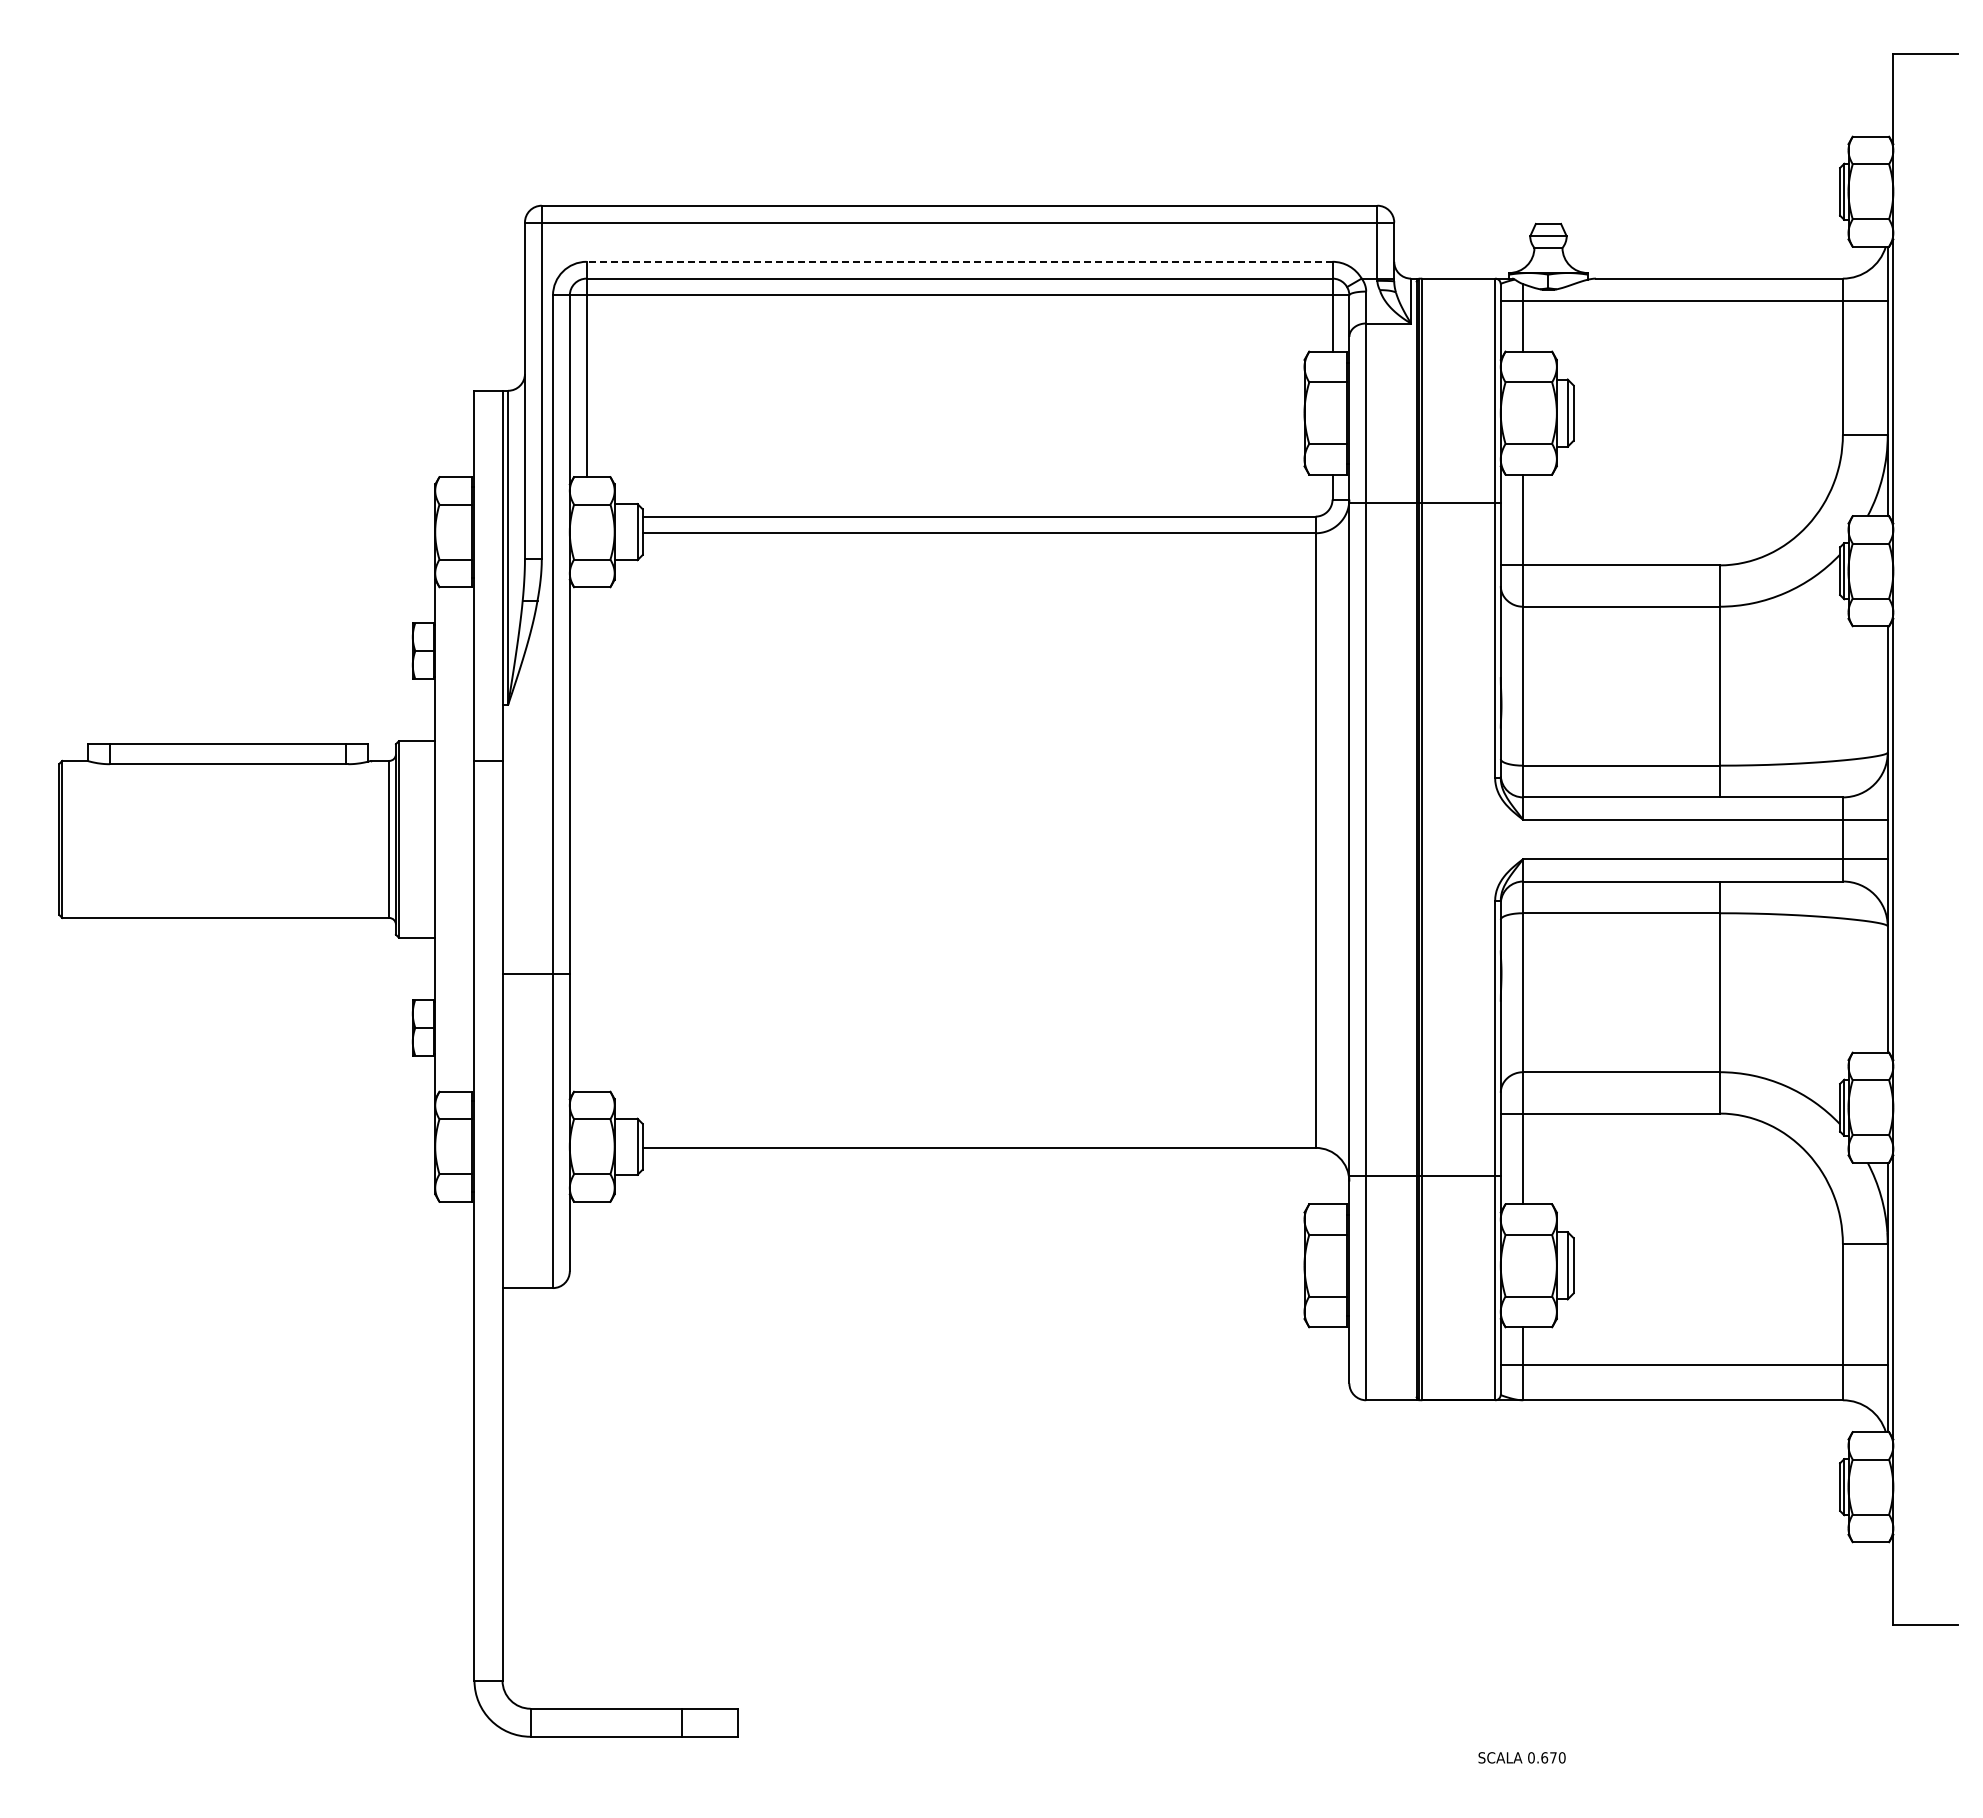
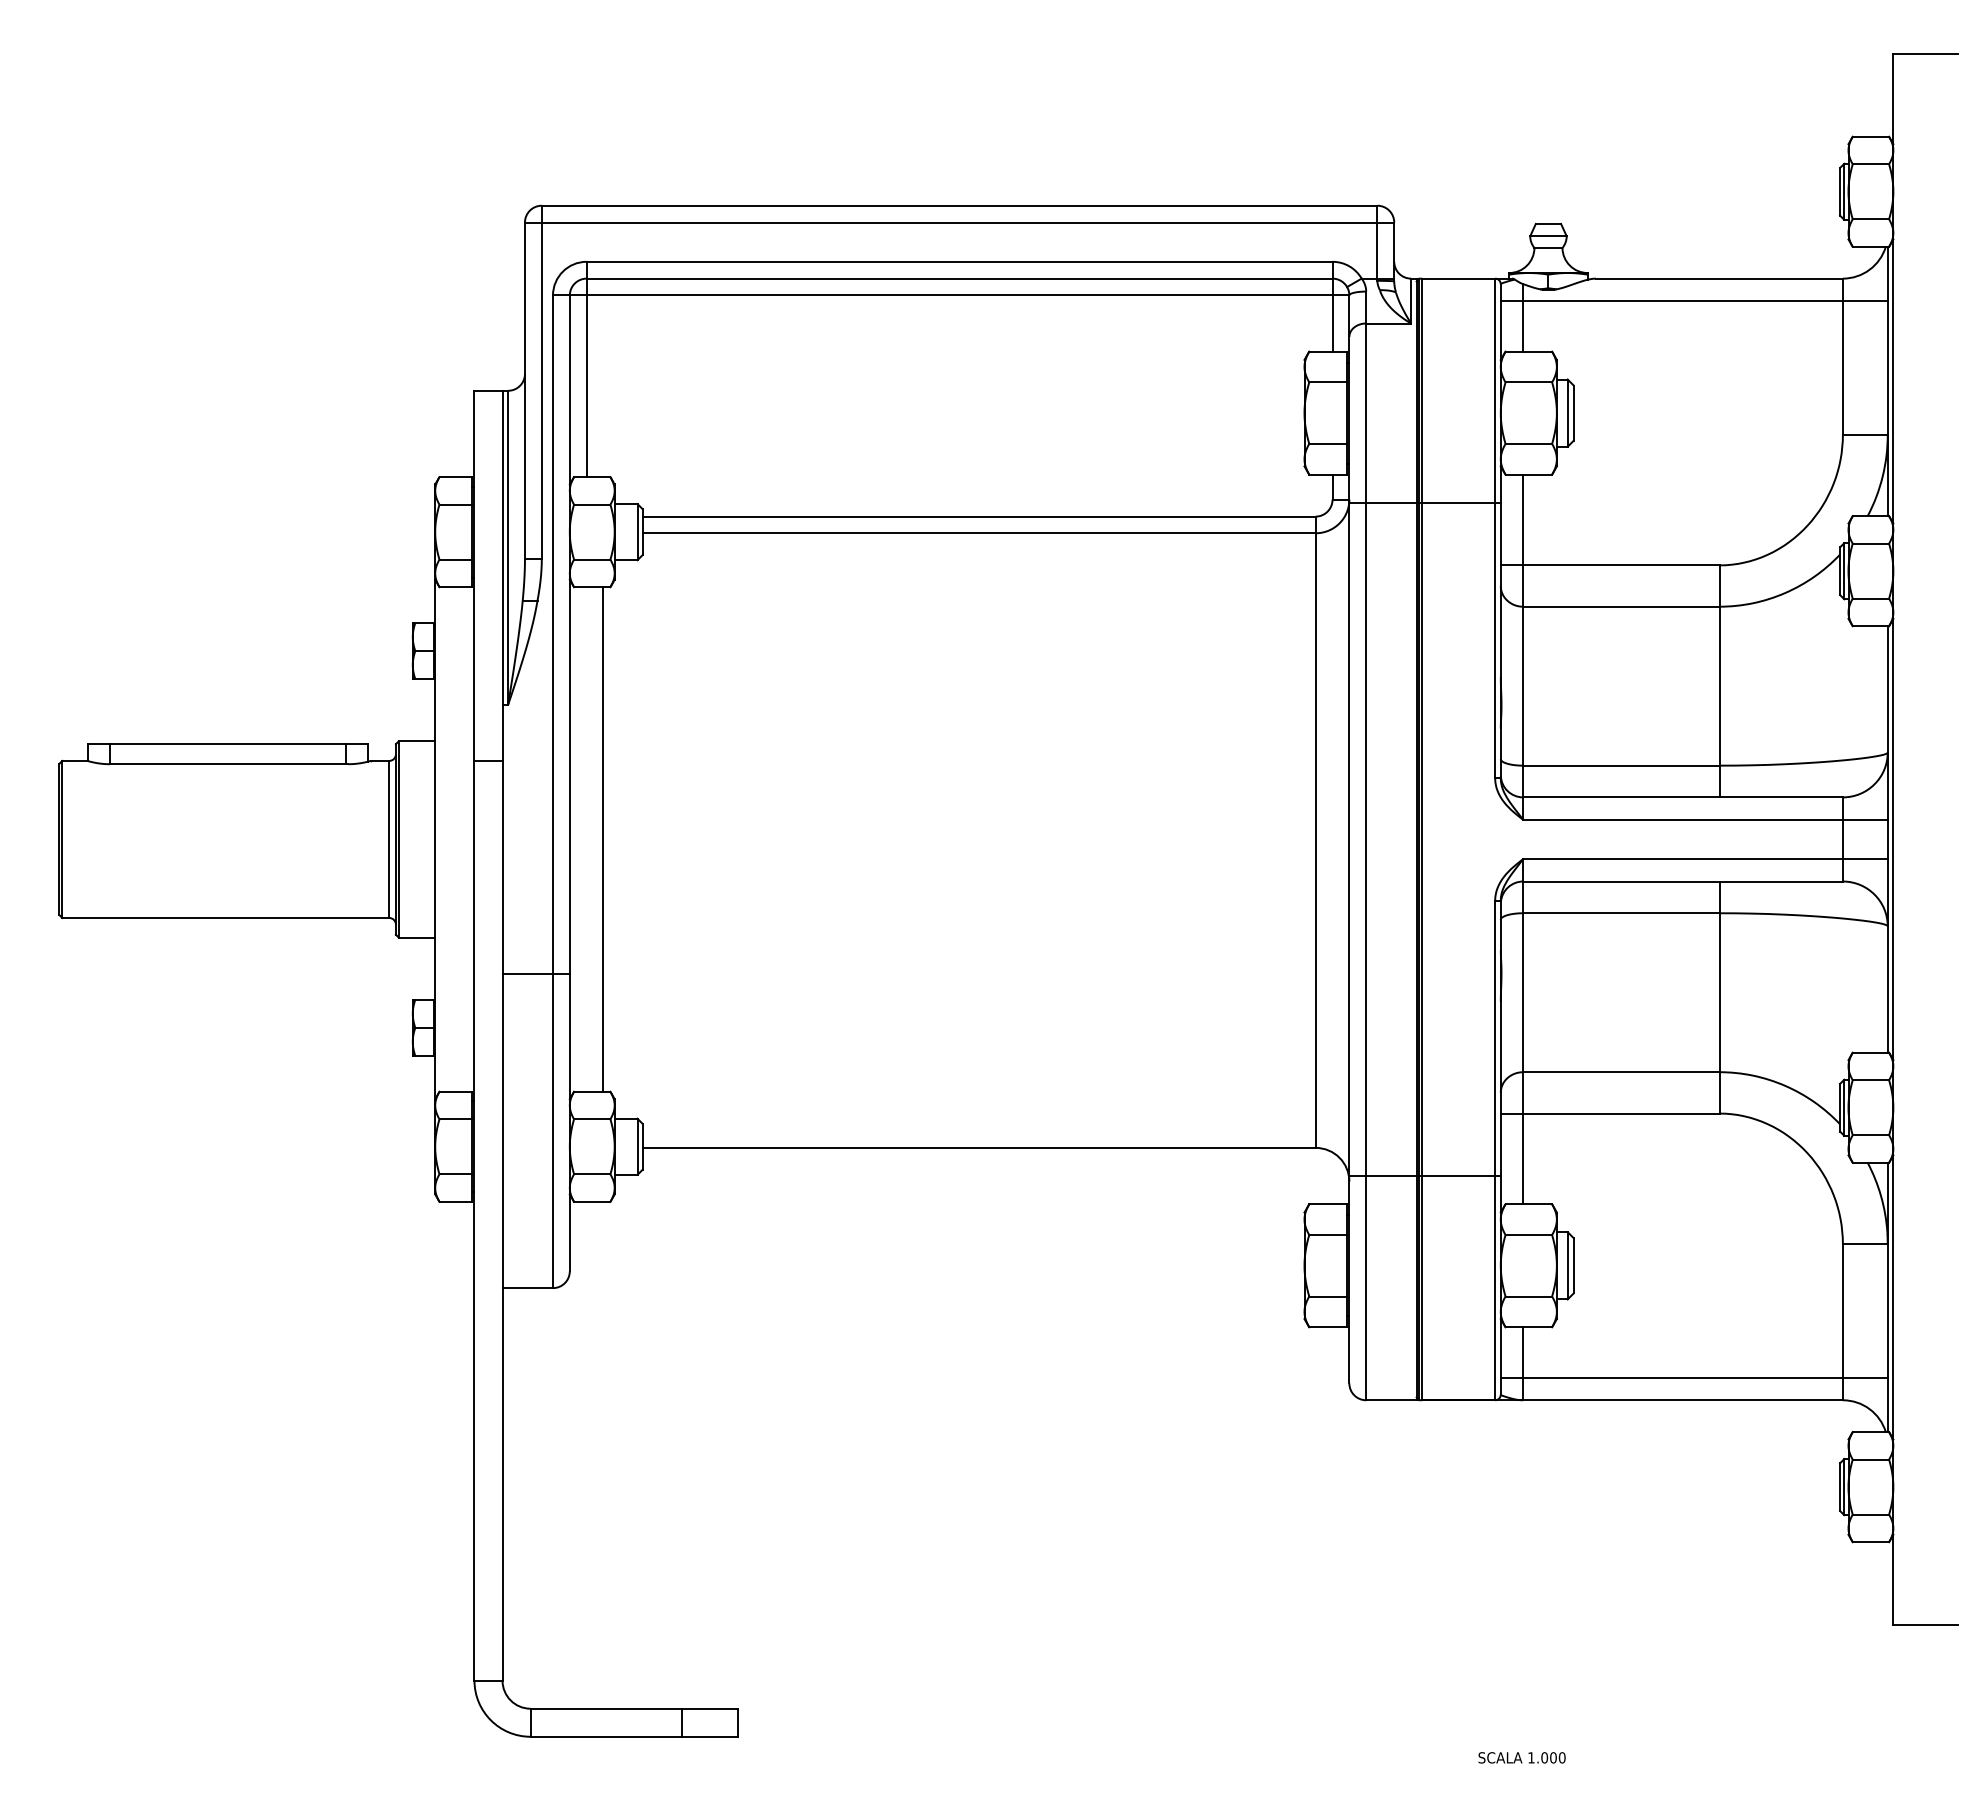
line at (959, 261): dashed -> solid
line at (603, 839): none -> present
line at (1693, 1364) position: (1693, 1364) -> (1693, 1377)
text at (1542, 1757): 0.670 -> 1.000
